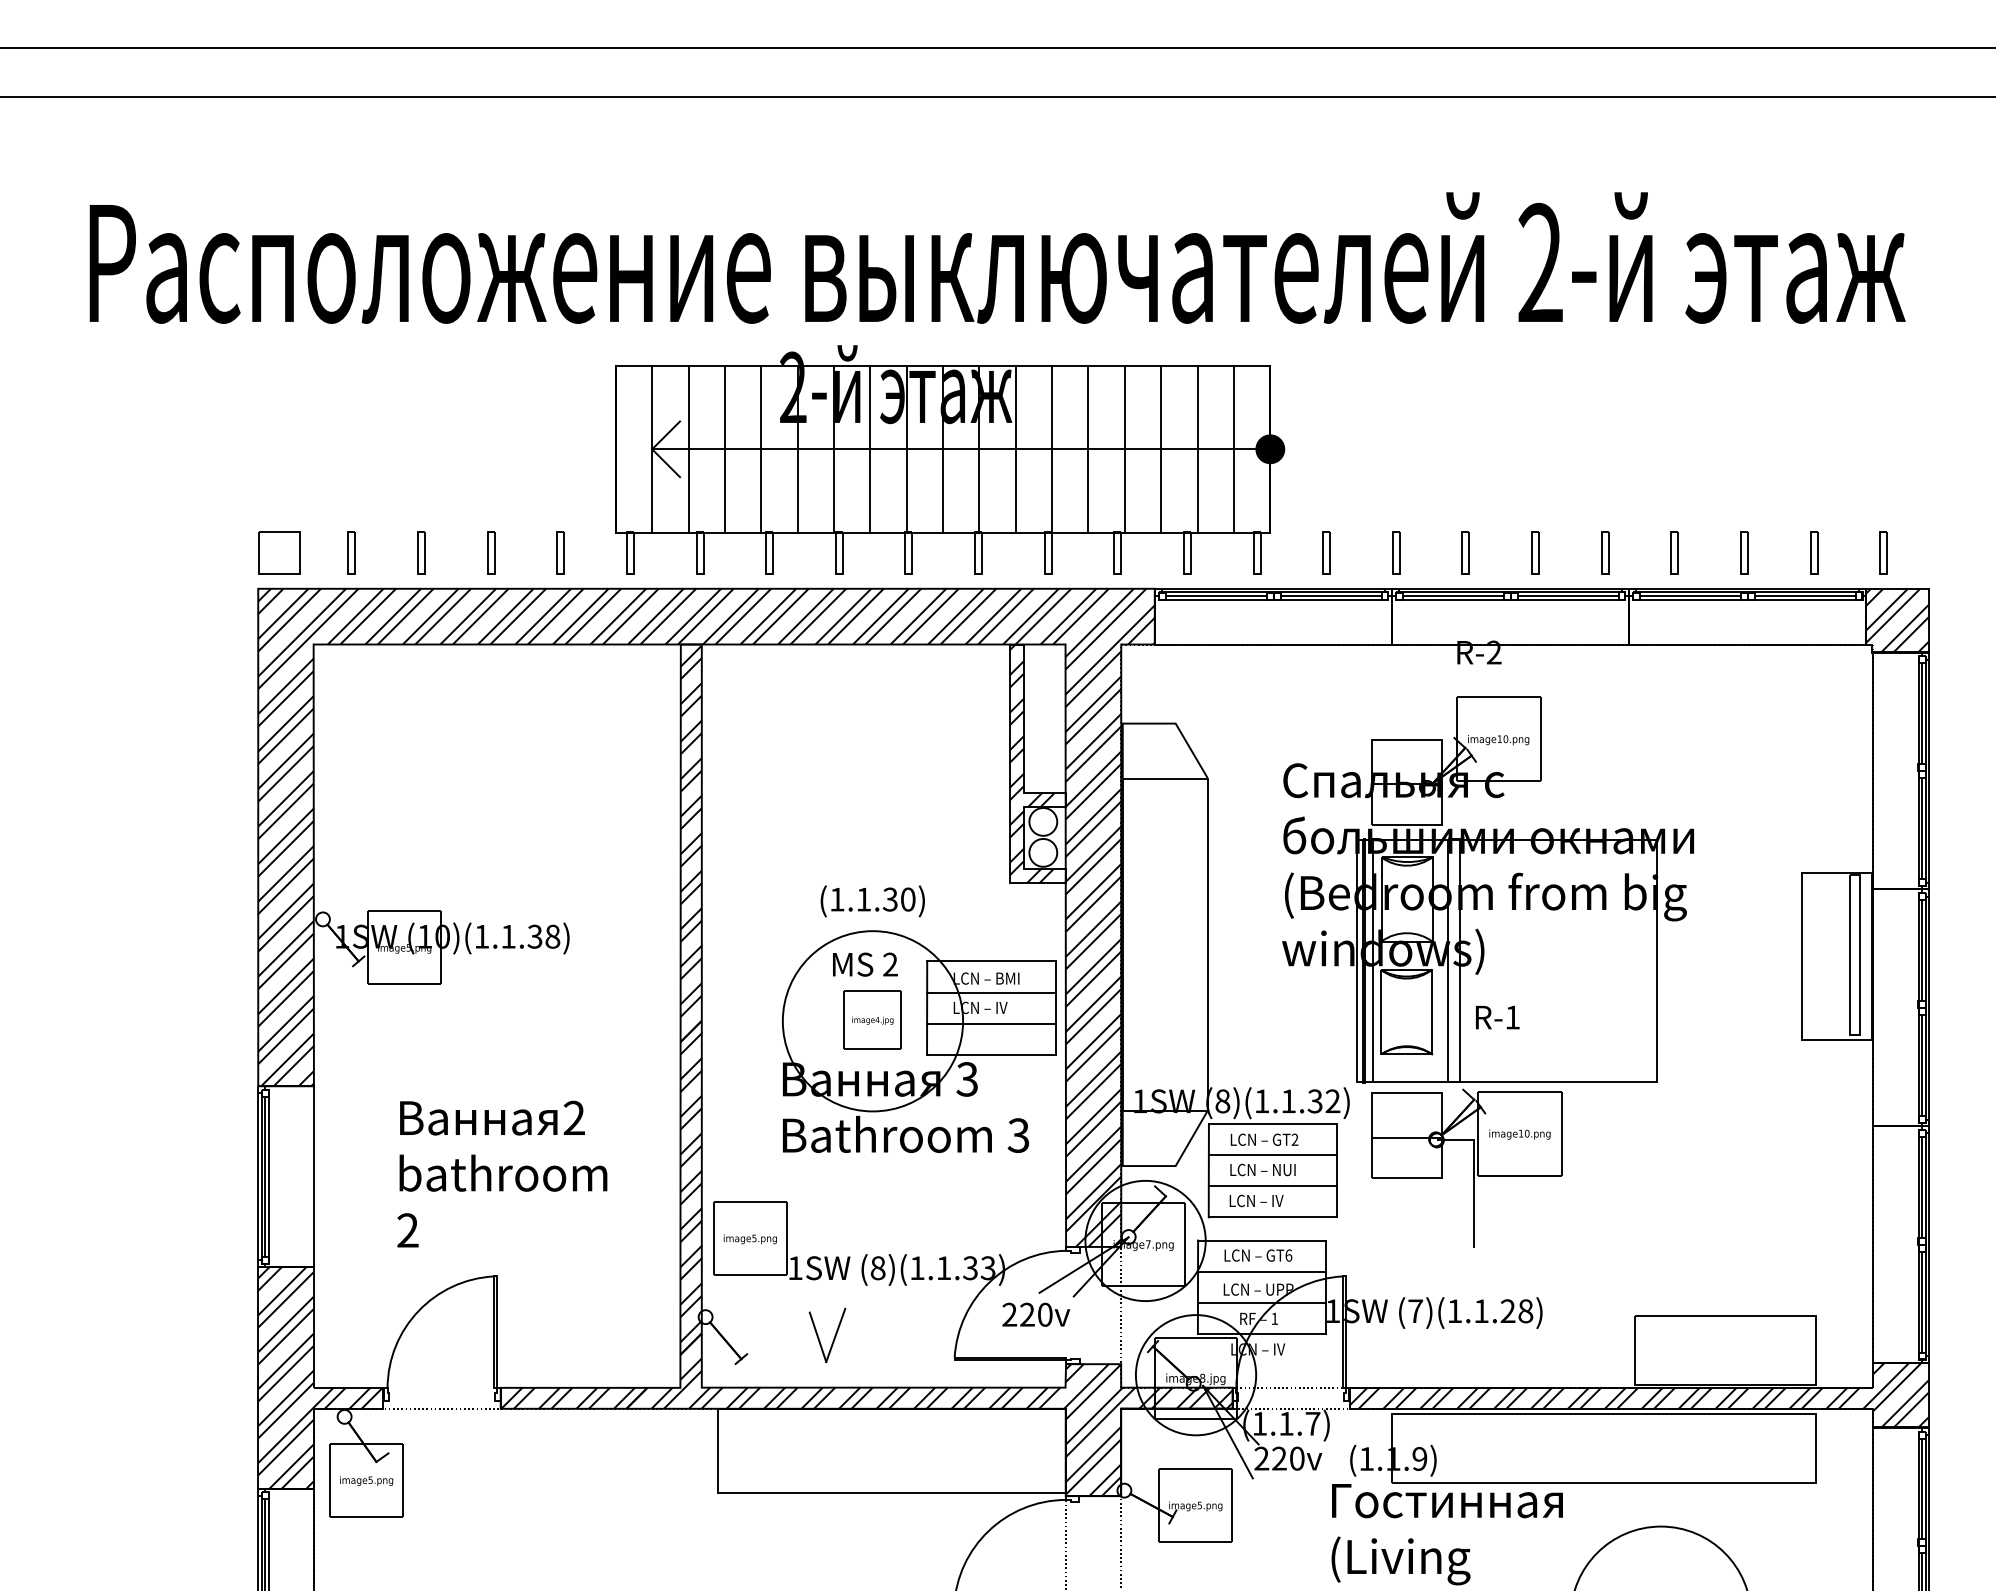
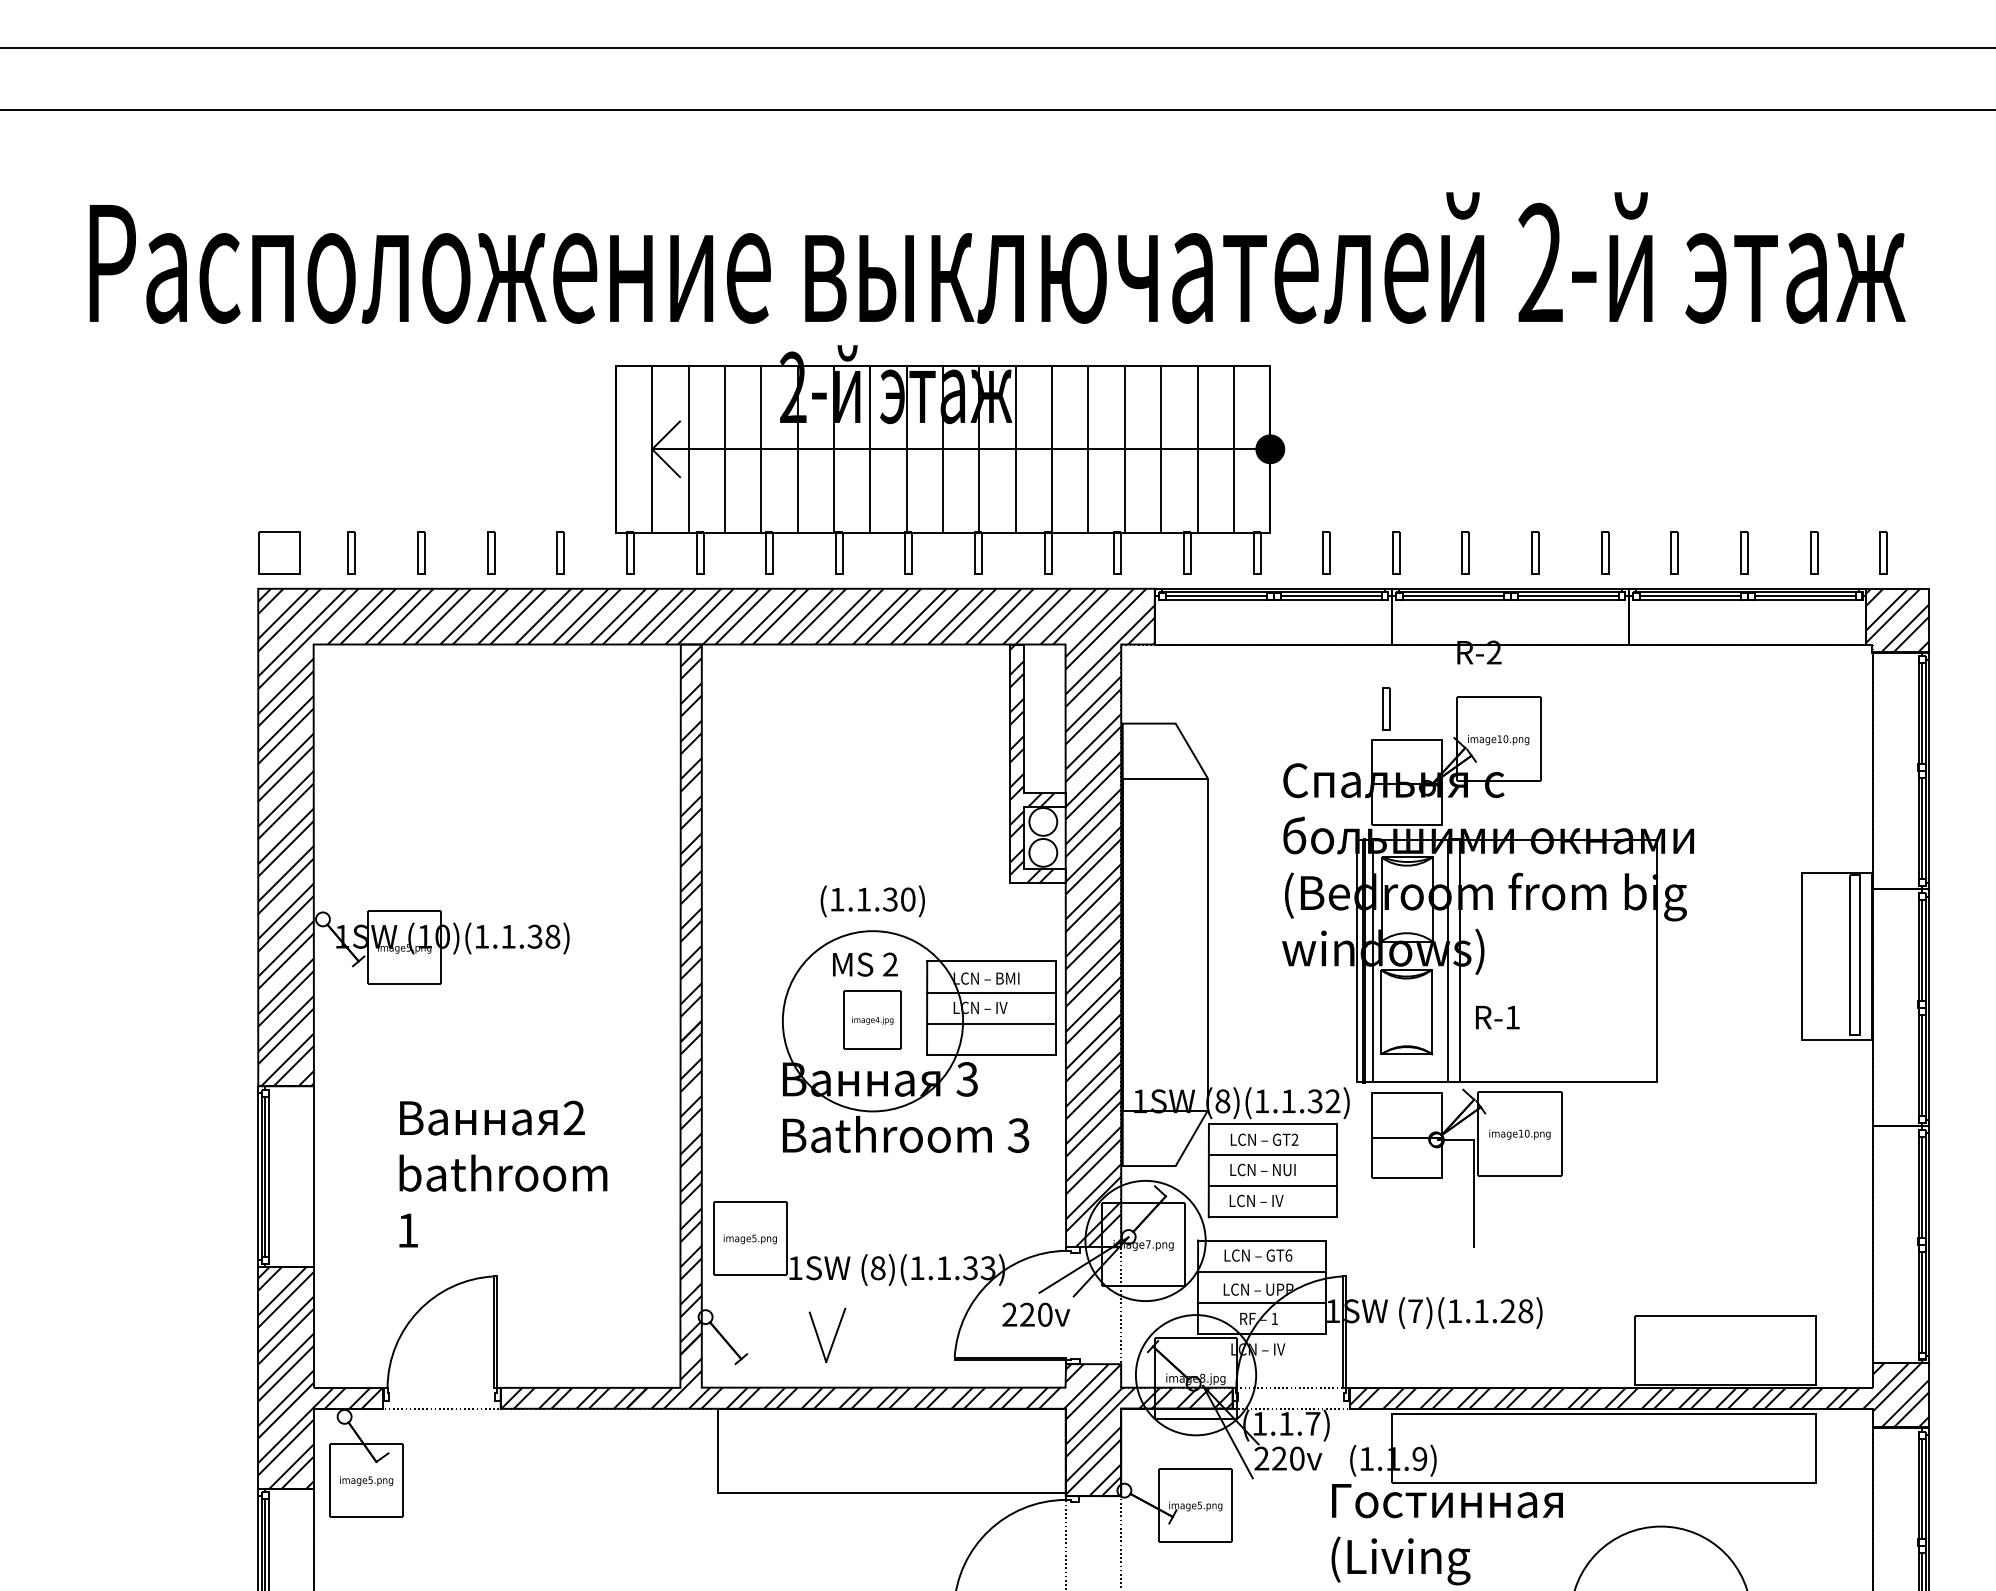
line at (997, 96) position: (997, 96) -> (997, 109)
part at (1386, 708): none -> present
text at (407, 1230): 2 -> 1
